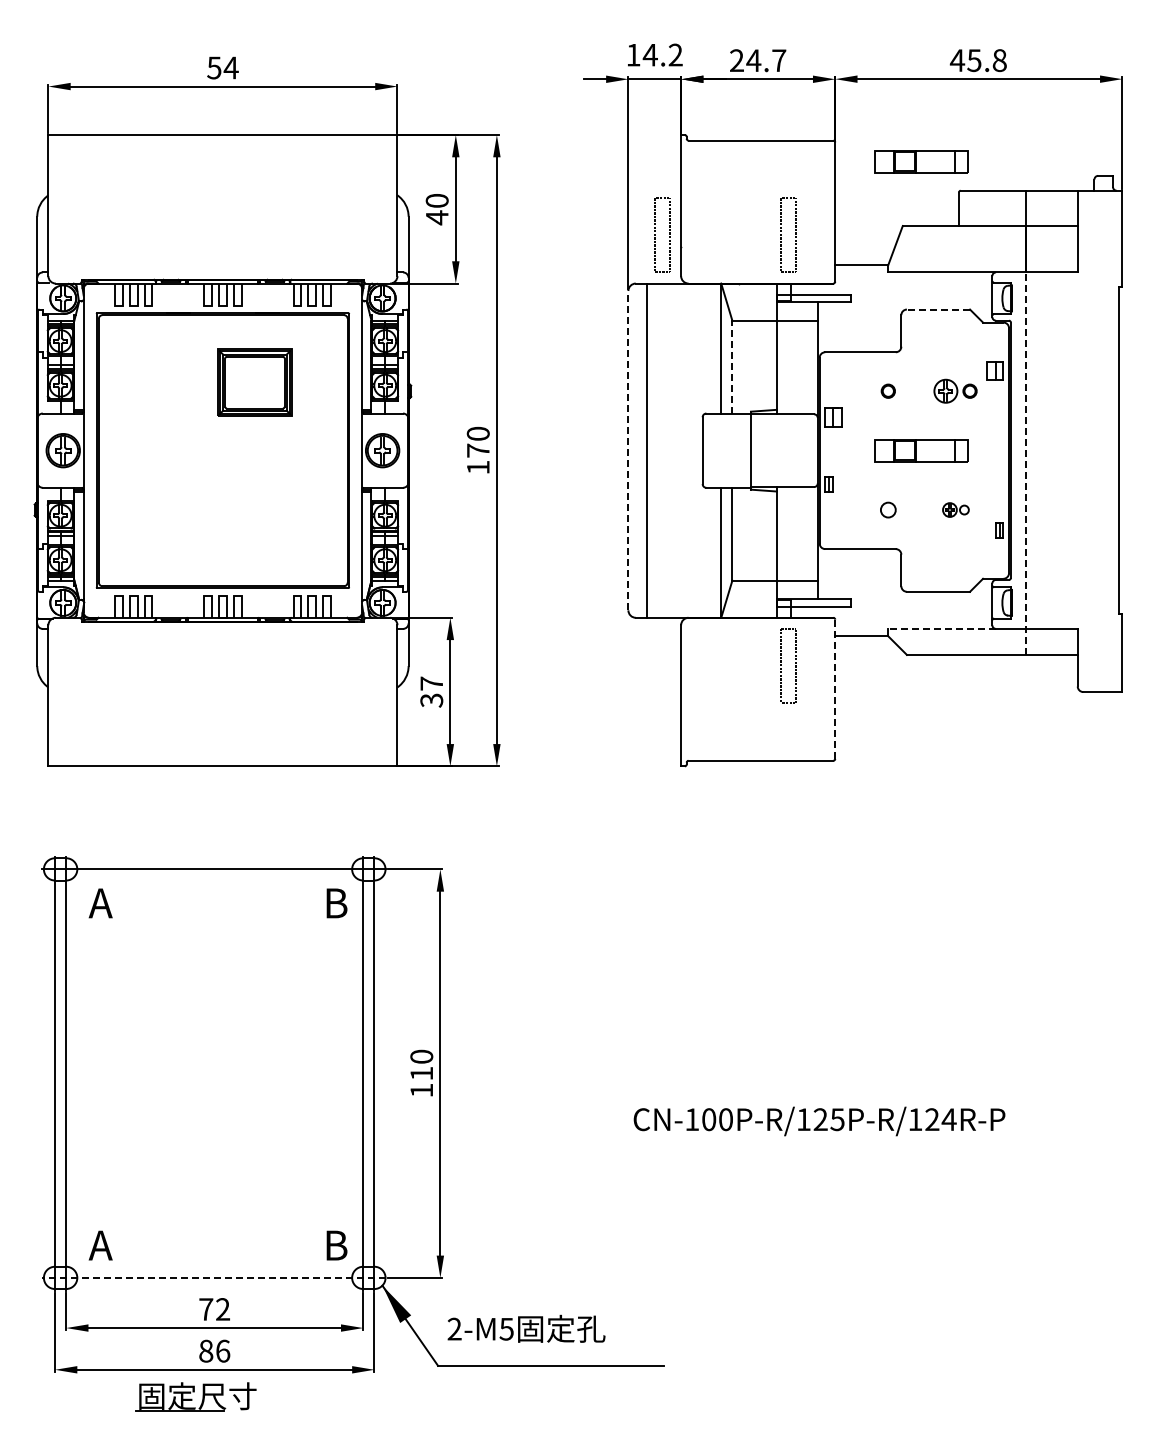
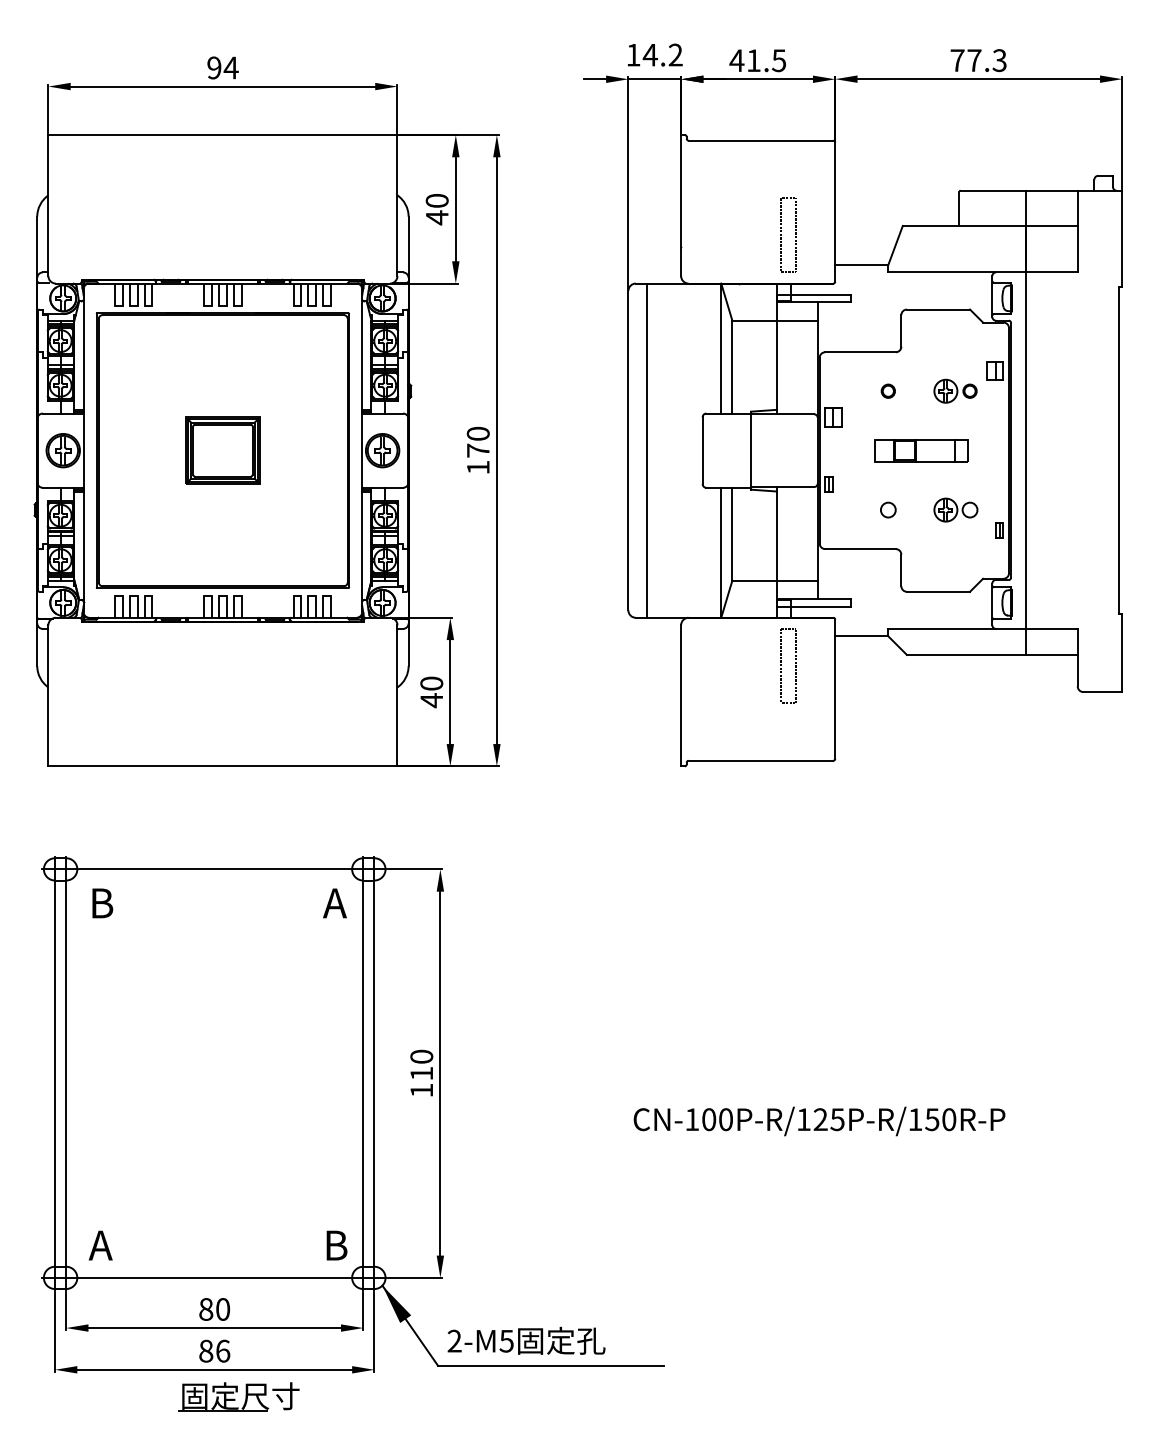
text at (757, 60): 24.7 -> 41.5
text at (977, 60): 45.8 -> 77.3
text at (214, 67): 54 -> 94
part at (921, 161): present -> none
part at (655, 234): present -> none
line at (938, 309): dashed -> solid
line at (732, 366): dashed -> solid
part at (254, 382) position: (254, 382) -> (222, 450)
line at (628, 450): dashed -> solid
line at (1025, 463): dashed -> solid
part at (955, 509) size: 28x16 px -> 46x26 px
line at (942, 628): dashed -> solid
line at (835, 689): dashed -> solid
text at (431, 692): 37 -> 40
text at (100, 903): A -> B
text at (335, 903): B -> A
text at (940, 1119): CN-100P-R/125P-R/124R-P -> CN-100P-R/125P-R/150R-P
line at (213, 1277): dashed -> solid
text at (214, 1309): 72 -> 80
text at (526, 1328) position: (526, 1328) -> (526, 1340)
part at (195, 1396) position: (195, 1396) -> (238, 1396)
